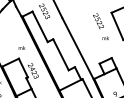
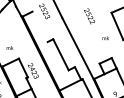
text at (98, 21) position: (98, 21) -> (89, 16)
line at (39, 26): present -> none
text at (21, 47) position: (21, 47) -> (9, 47)
